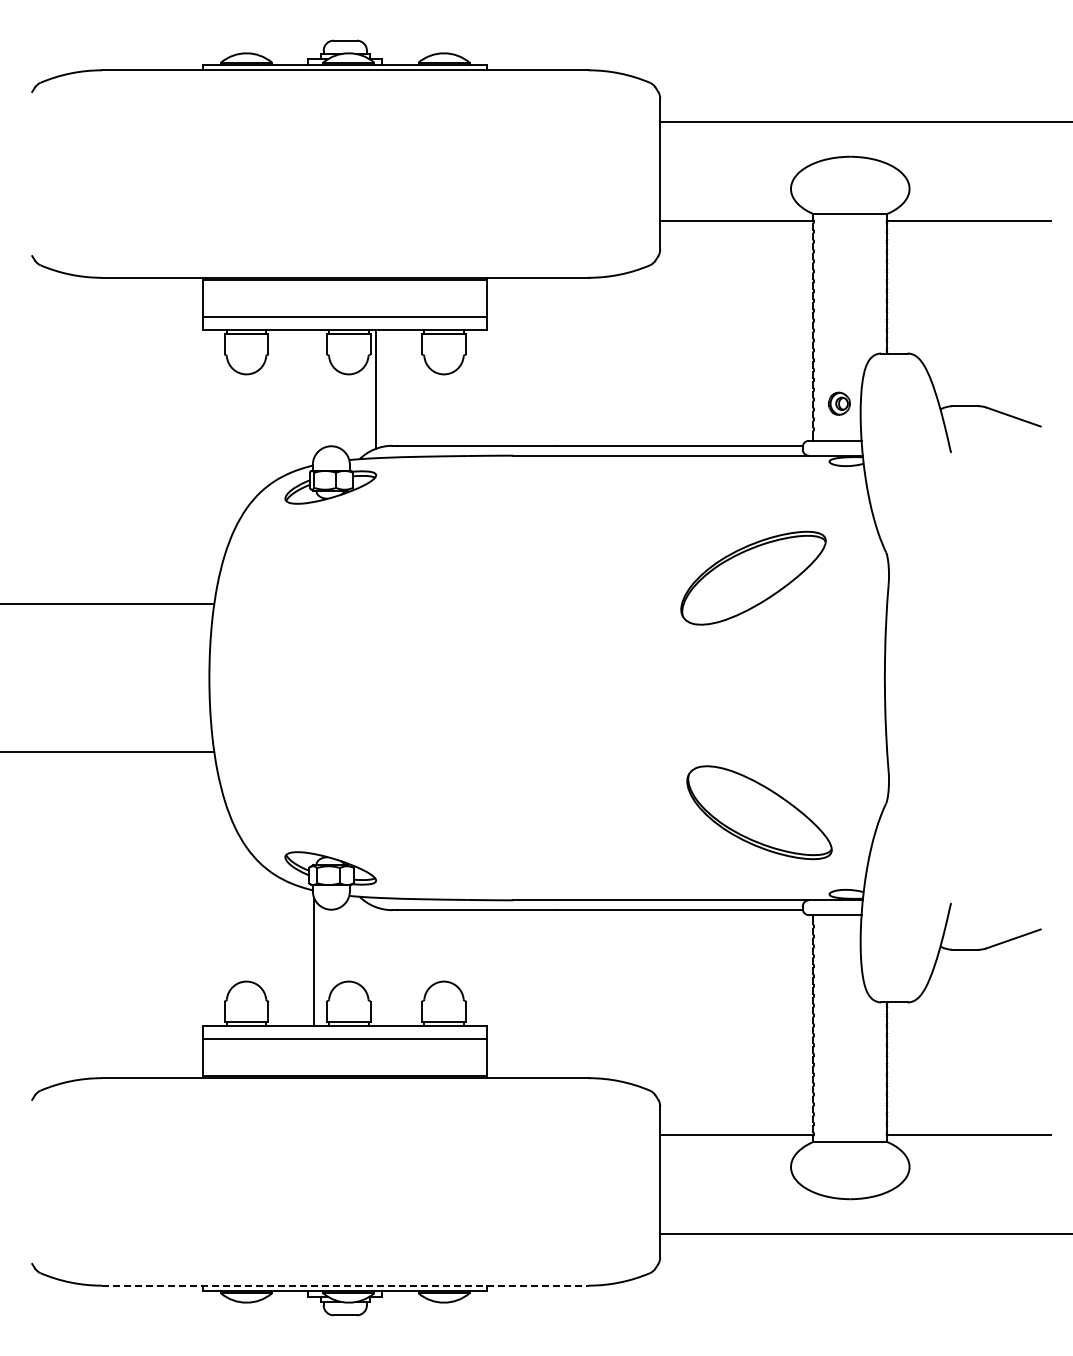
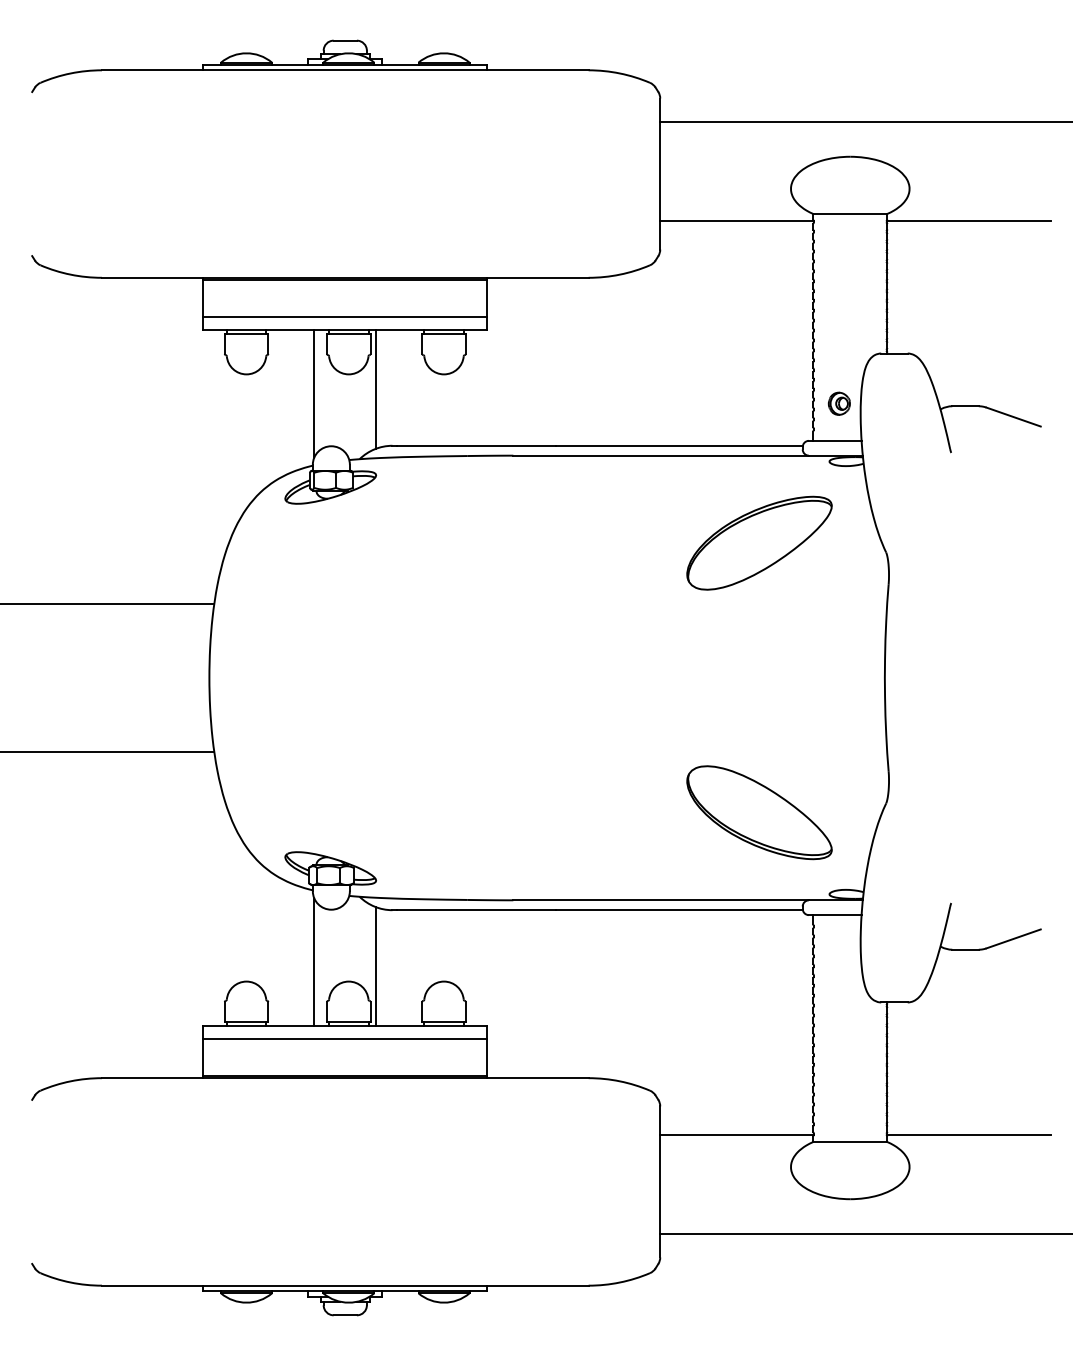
line at (314, 393): none -> present
part at (753, 577) position: (753, 577) -> (759, 542)
line at (376, 966): none -> present
line at (345, 1285): dashed -> solid
